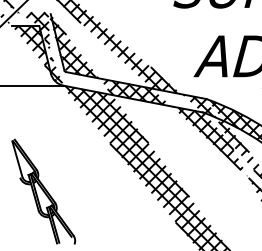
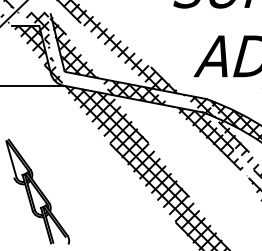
part at (43, 191) position: (43, 191) -> (37, 191)
